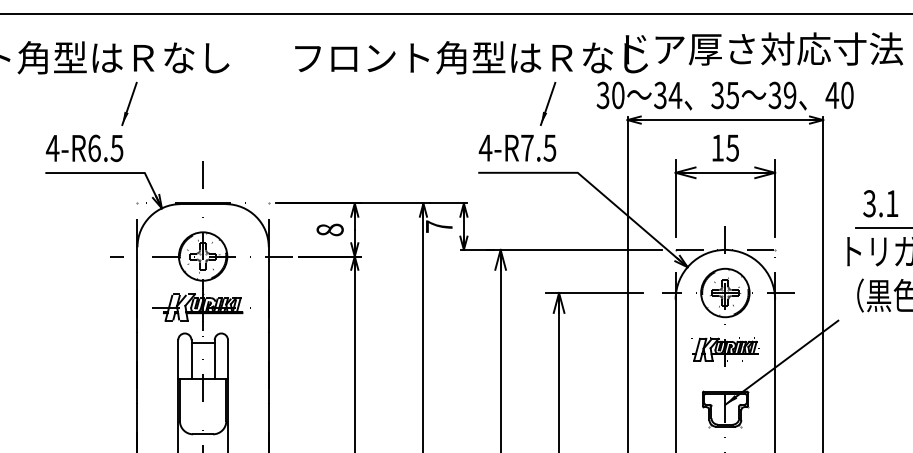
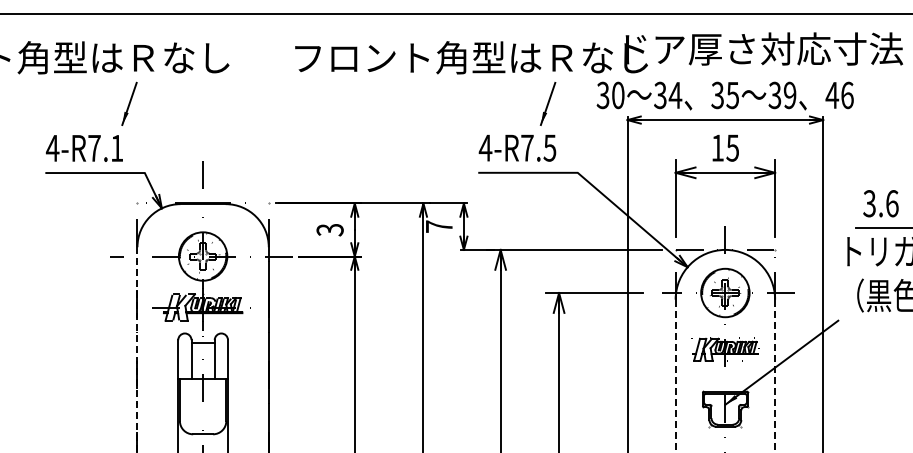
text at (847, 94): 40 -> 46
text at (105, 148): 4-R6.5 -> 4-R7.1
text at (892, 203): 3.1 -> 3.6
text at (329, 229): 8 -> 3
line at (137, 350): solid -> dashed
line at (675, 376): solid -> dashed
line at (775, 376): solid -> dashed
